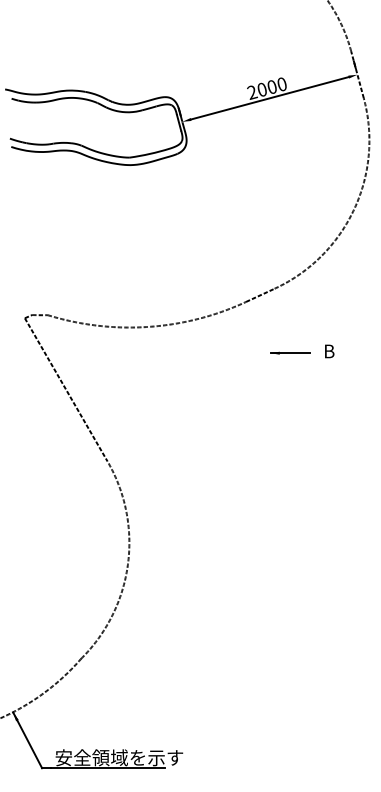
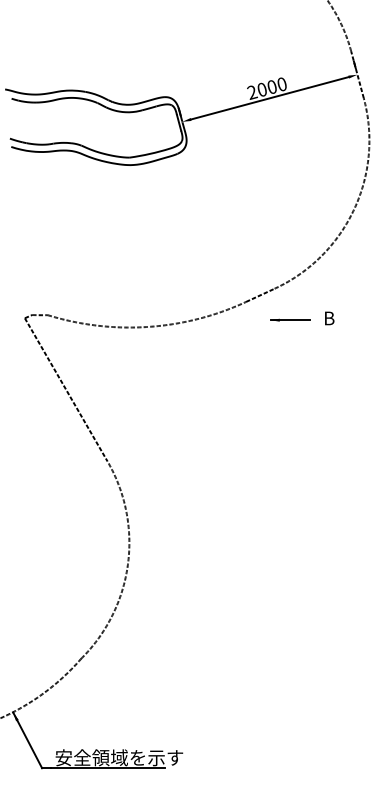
part at (302, 351) position: (302, 351) -> (302, 318)
